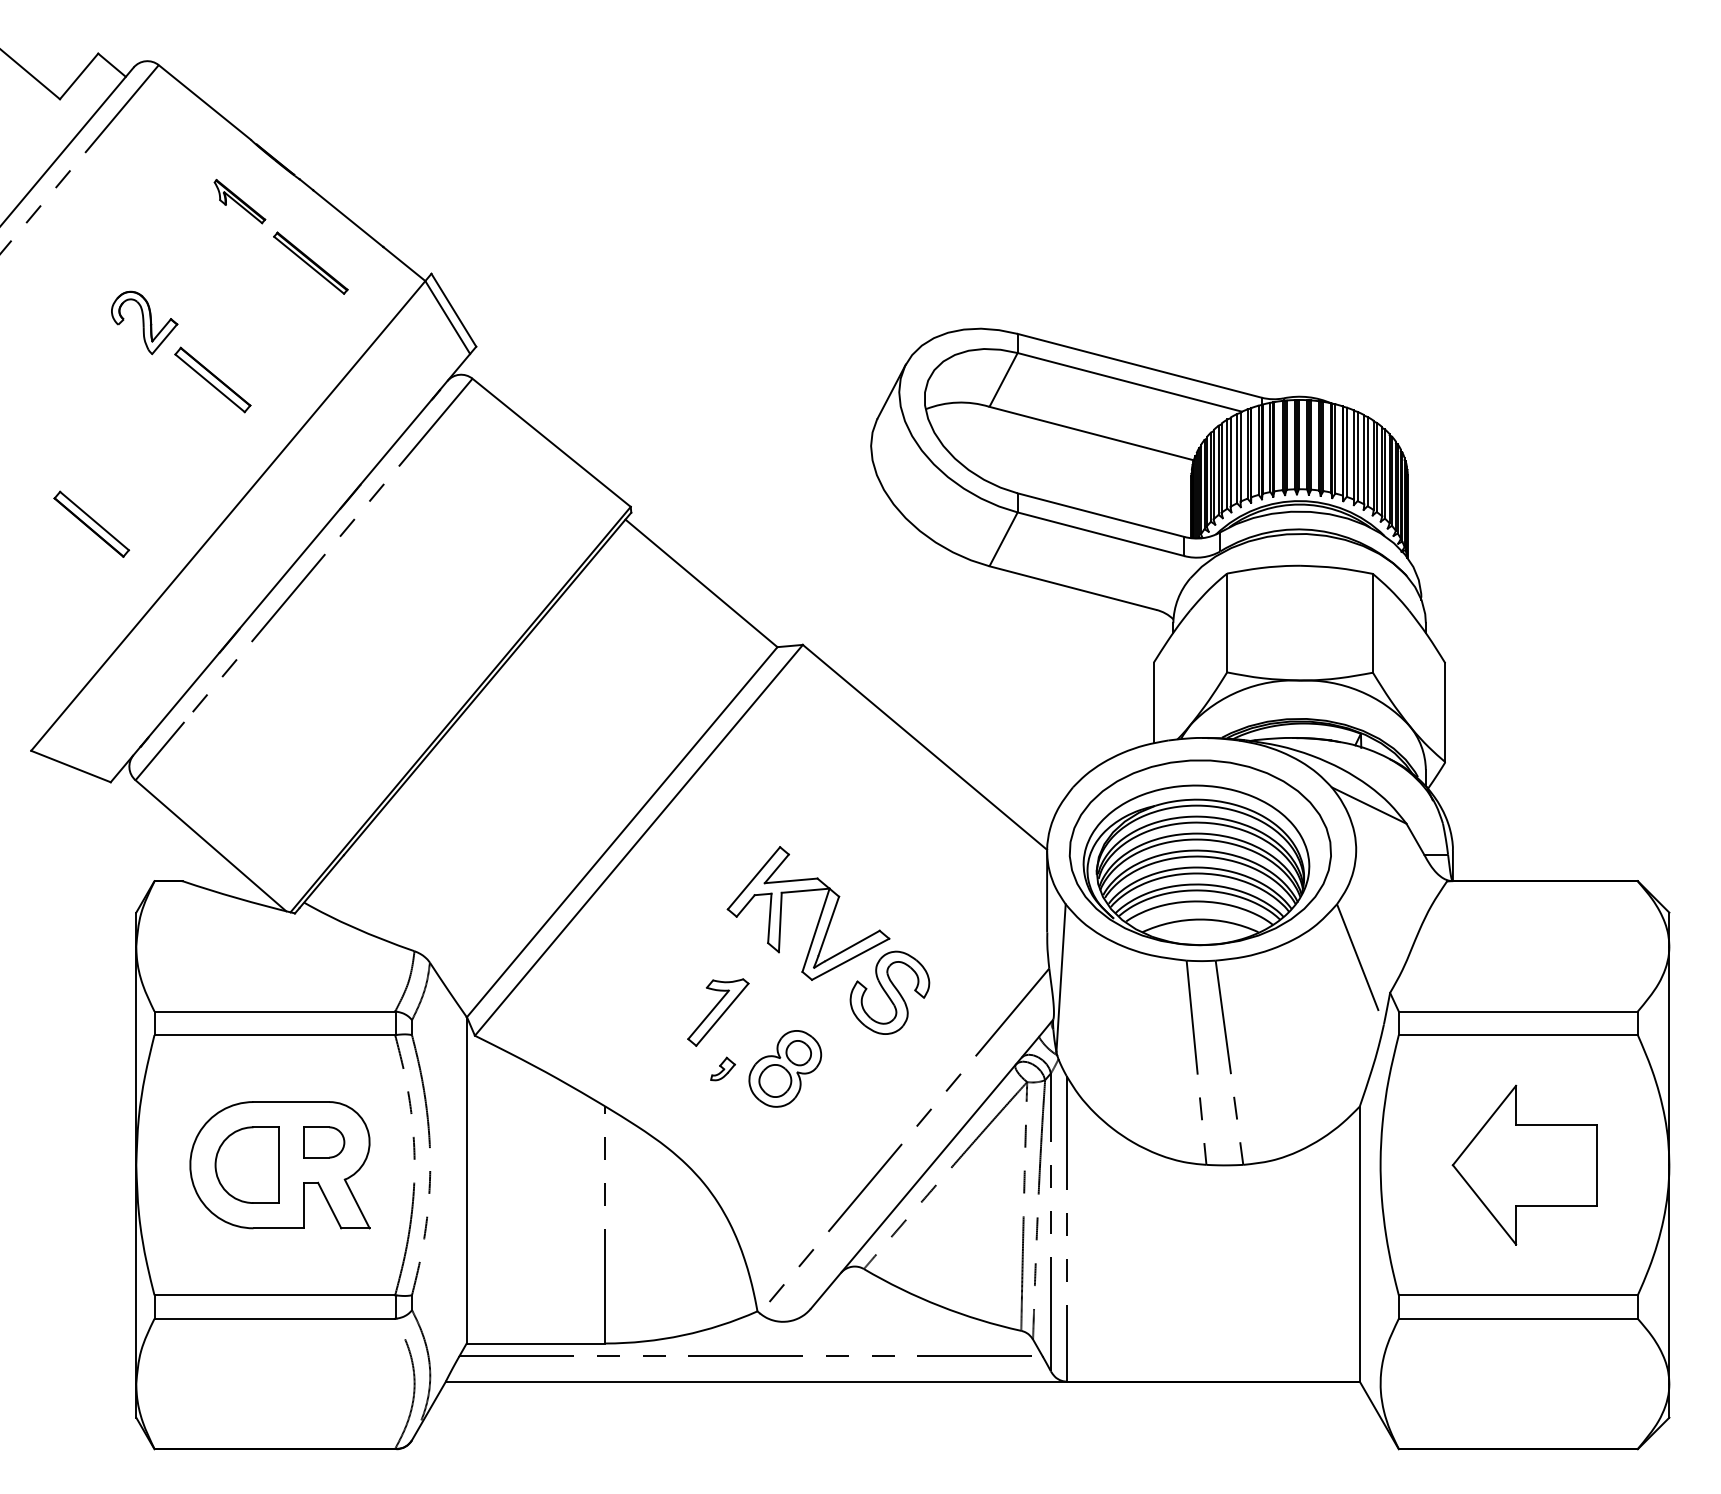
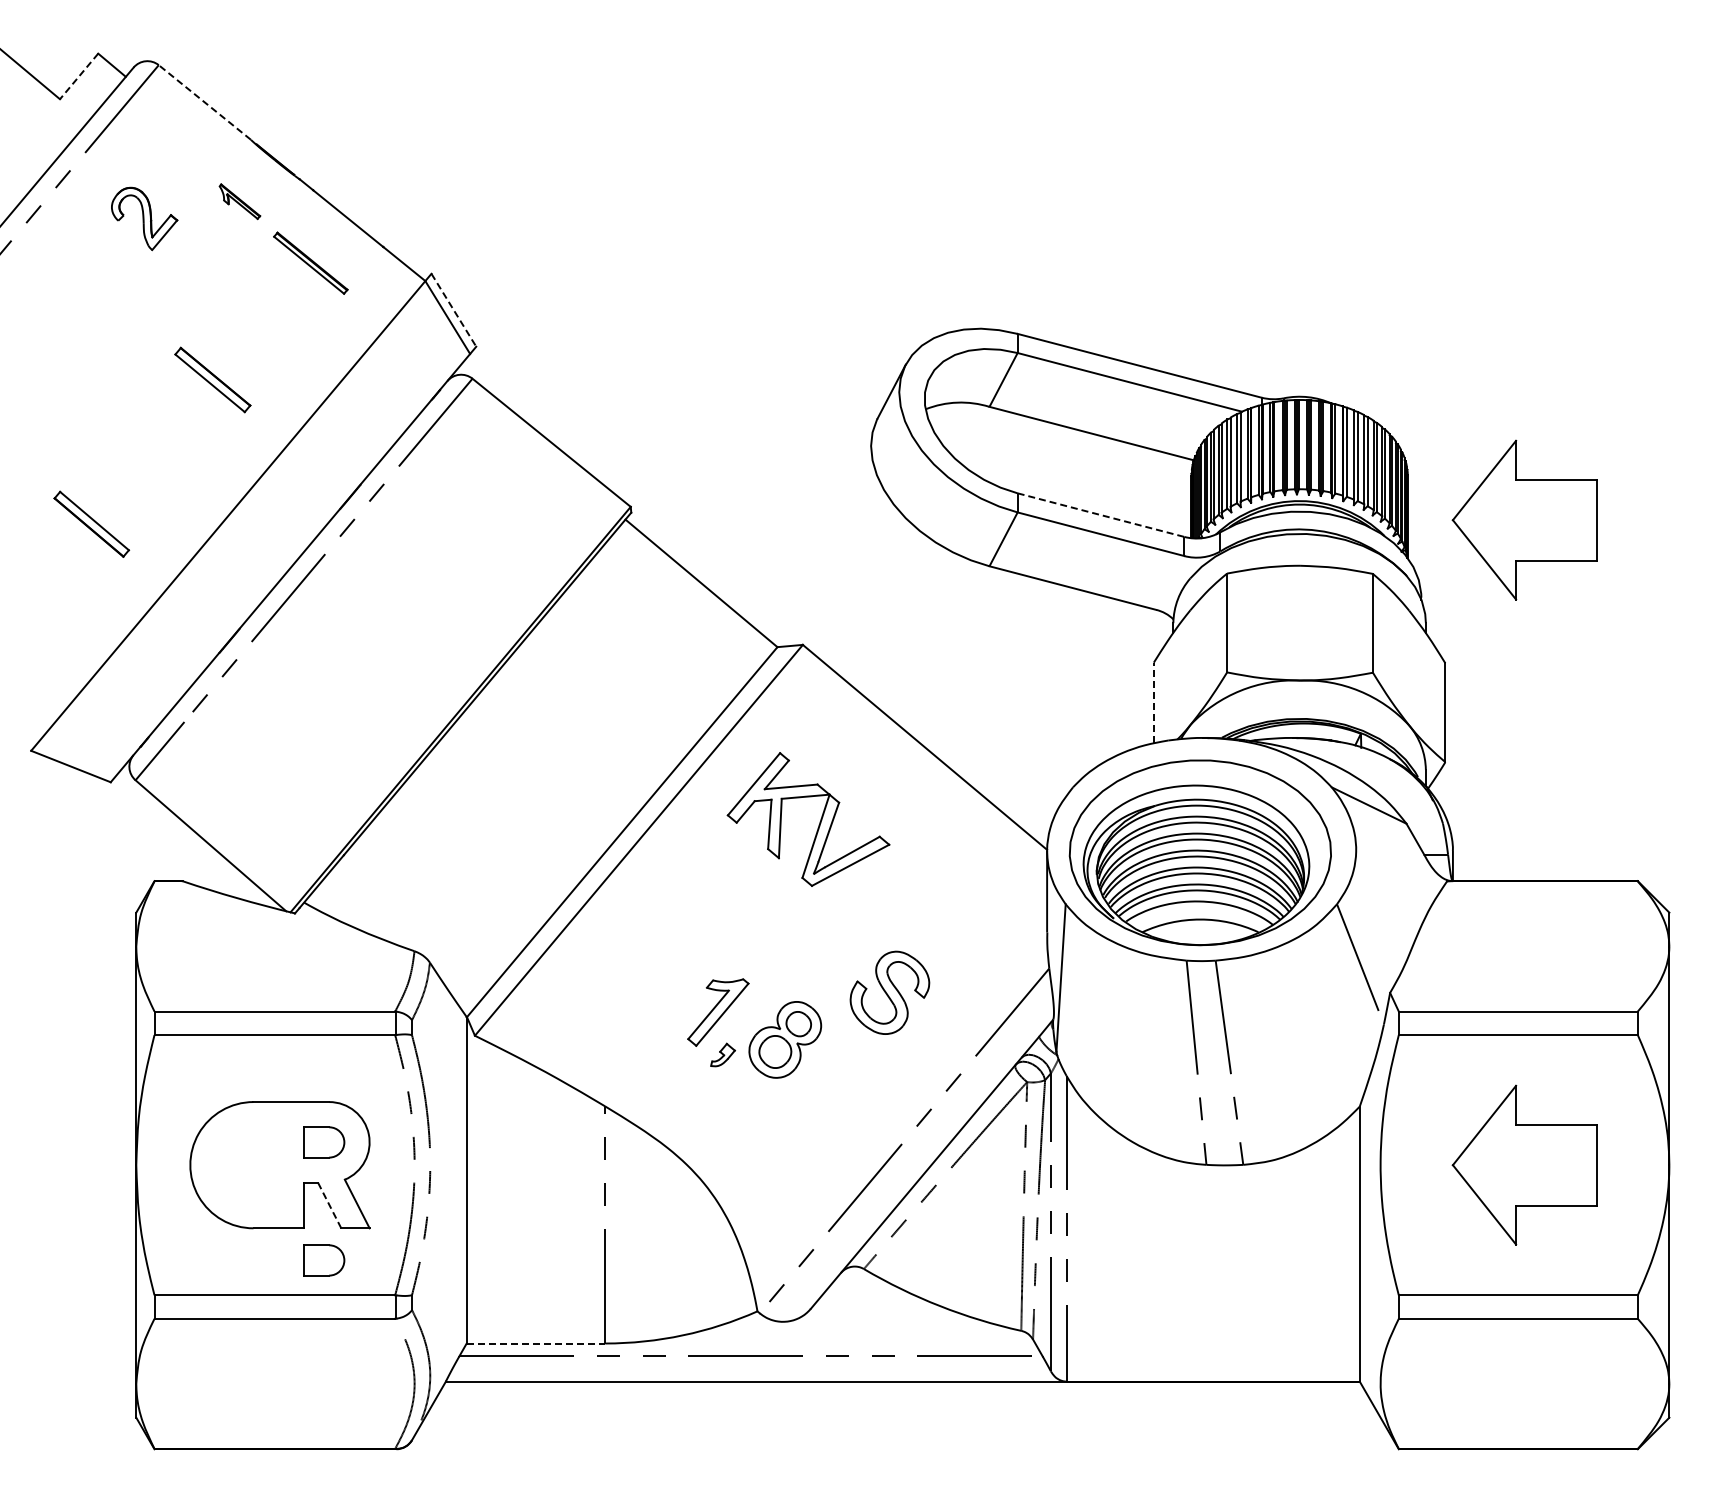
line at (79, 76): solid -> dashed
line at (204, 102): solid -> dashed
part at (239, 201) size: 54x46 px -> 44x38 px
line at (453, 310): solid -> dashed
part at (144, 322) position: (144, 322) -> (144, 218)
line at (1101, 515): solid -> dashed
part at (1524, 519): none -> present
line at (1153, 702): solid -> dashed
part at (819, 915) position: (819, 915) -> (819, 821)
part at (722, 1068) position: (722, 1068) -> (722, 1054)
part at (785, 1068) position: (785, 1068) -> (785, 1039)
part at (246, 1164): present -> none
line at (329, 1205): solid -> dashed
part at (324, 1260): none -> present
line at (536, 1343): solid -> dashed
